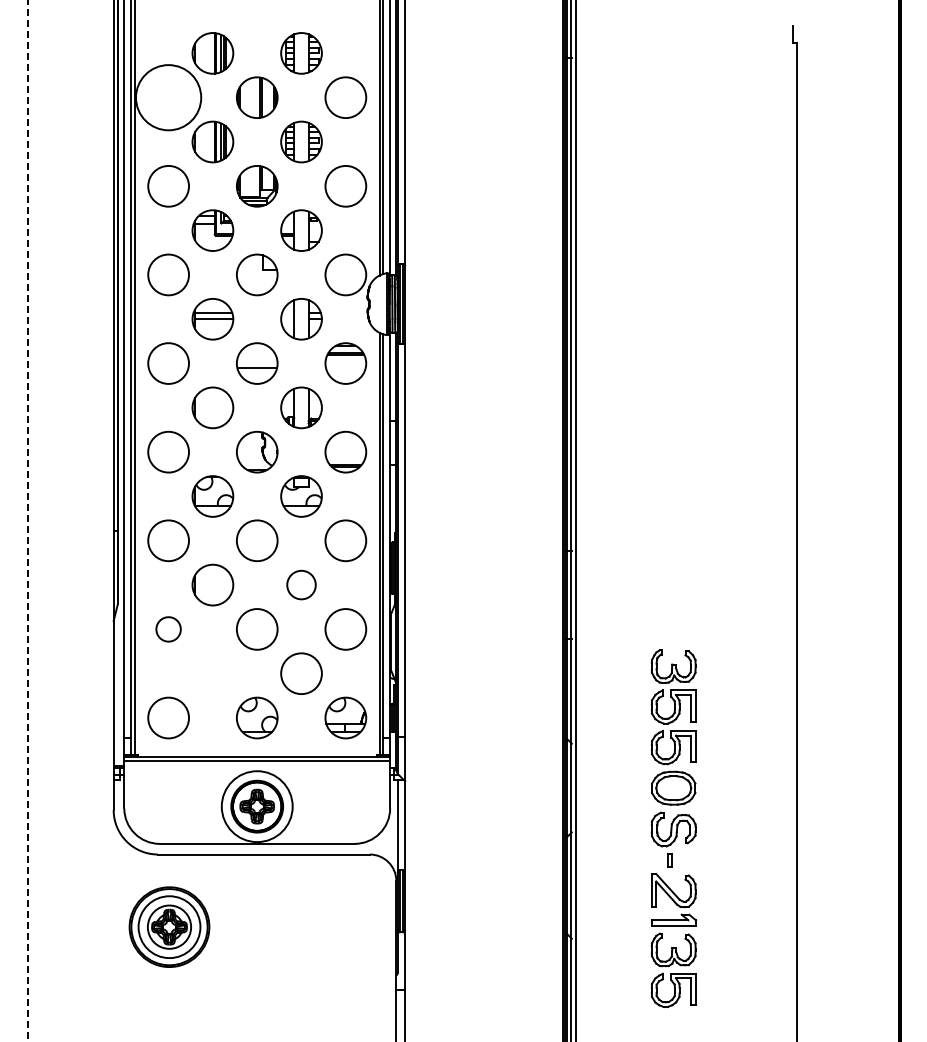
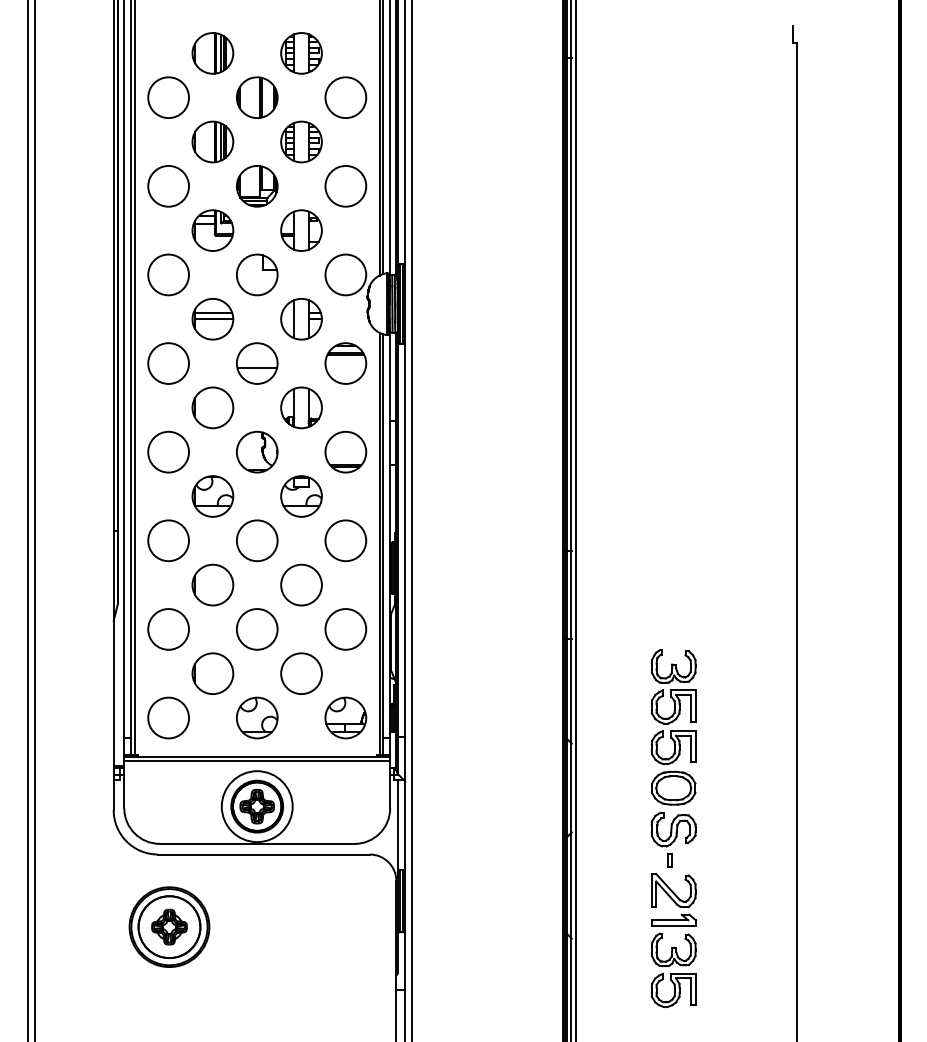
circle at (168, 97) diameter: 65 px -> 41 px
line at (27, 520): dashed -> solid
line at (34, 520): none -> present
line at (412, 520): none -> present
circle at (301, 584) size: 31x32 px -> 43x44 px
circle at (168, 629) diameter: 24 px -> 41 px
part at (212, 673): none -> present
circle at (169, 926) diameter: 43 px -> 62 px
